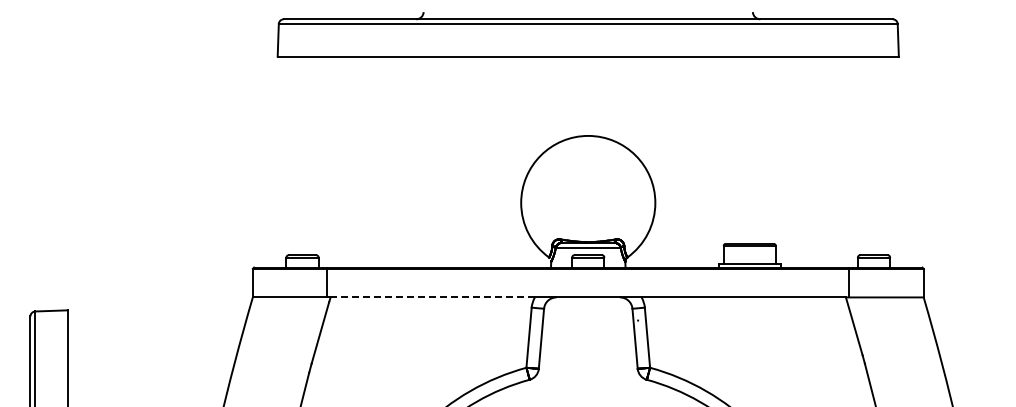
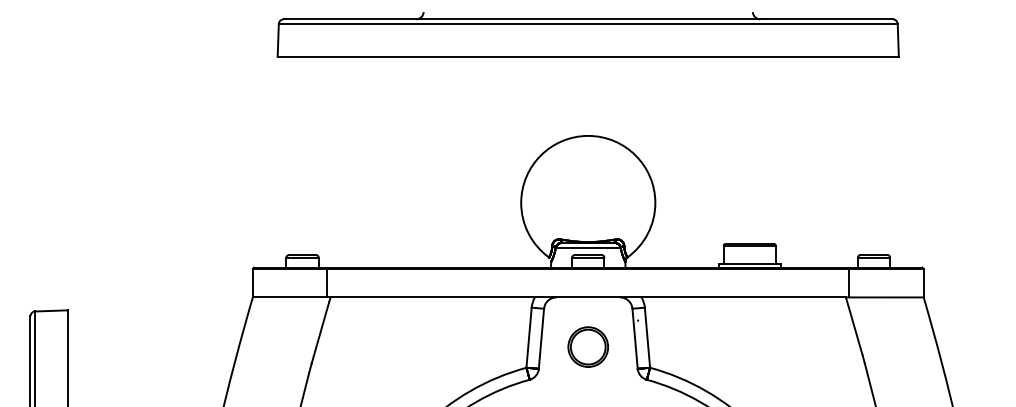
line at (432, 297): dashed -> solid
part at (587, 346): none -> present
